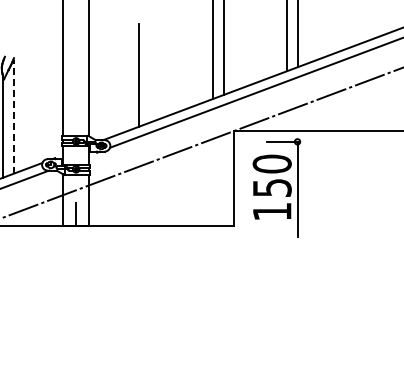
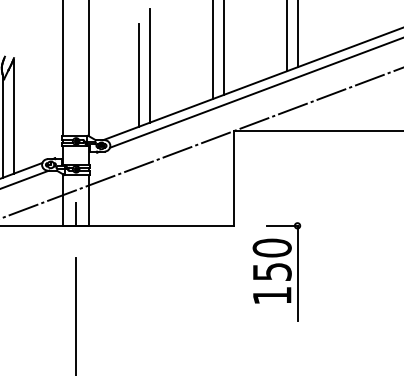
line at (149, 65): none -> present
line at (13, 116): dashed -> solid
part at (276, 187) position: (276, 187) -> (276, 271)
line at (76, 315): none -> present
